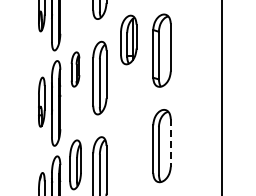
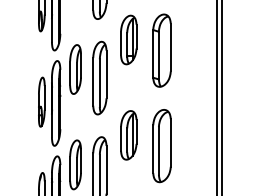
part at (75, 69) size: 11x37 px -> 13x51 px
line at (217, 97): none -> present
part at (128, 135): none -> present
line at (170, 142): dashed -> solid
